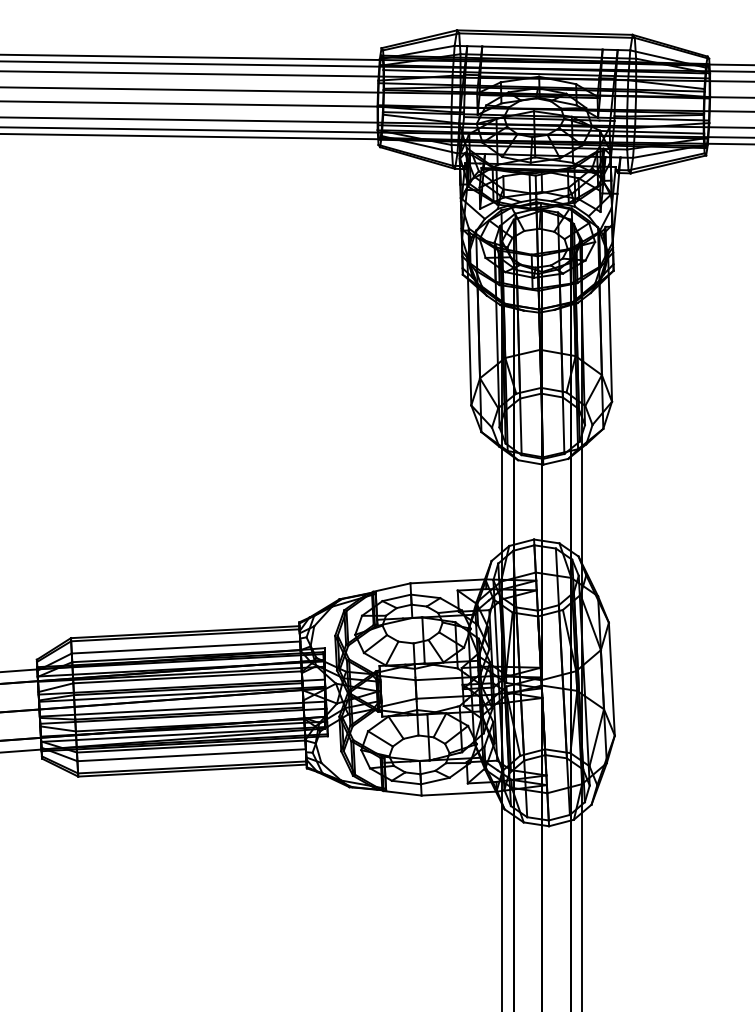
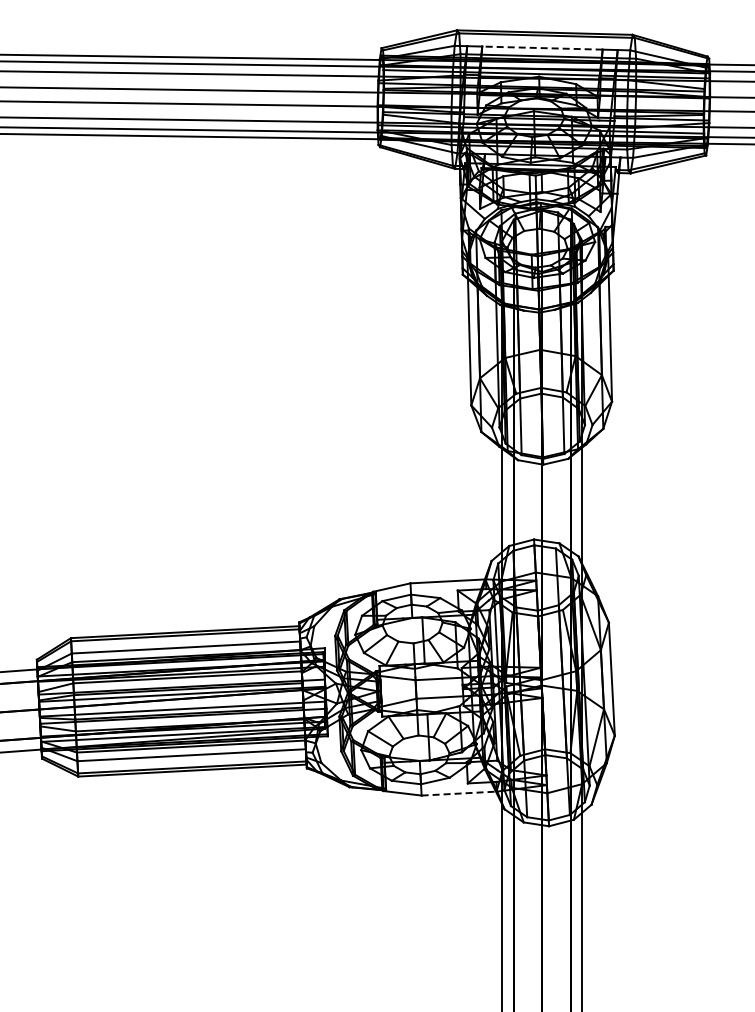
line at (541, 48): solid -> dashed
line at (459, 793): solid -> dashed
